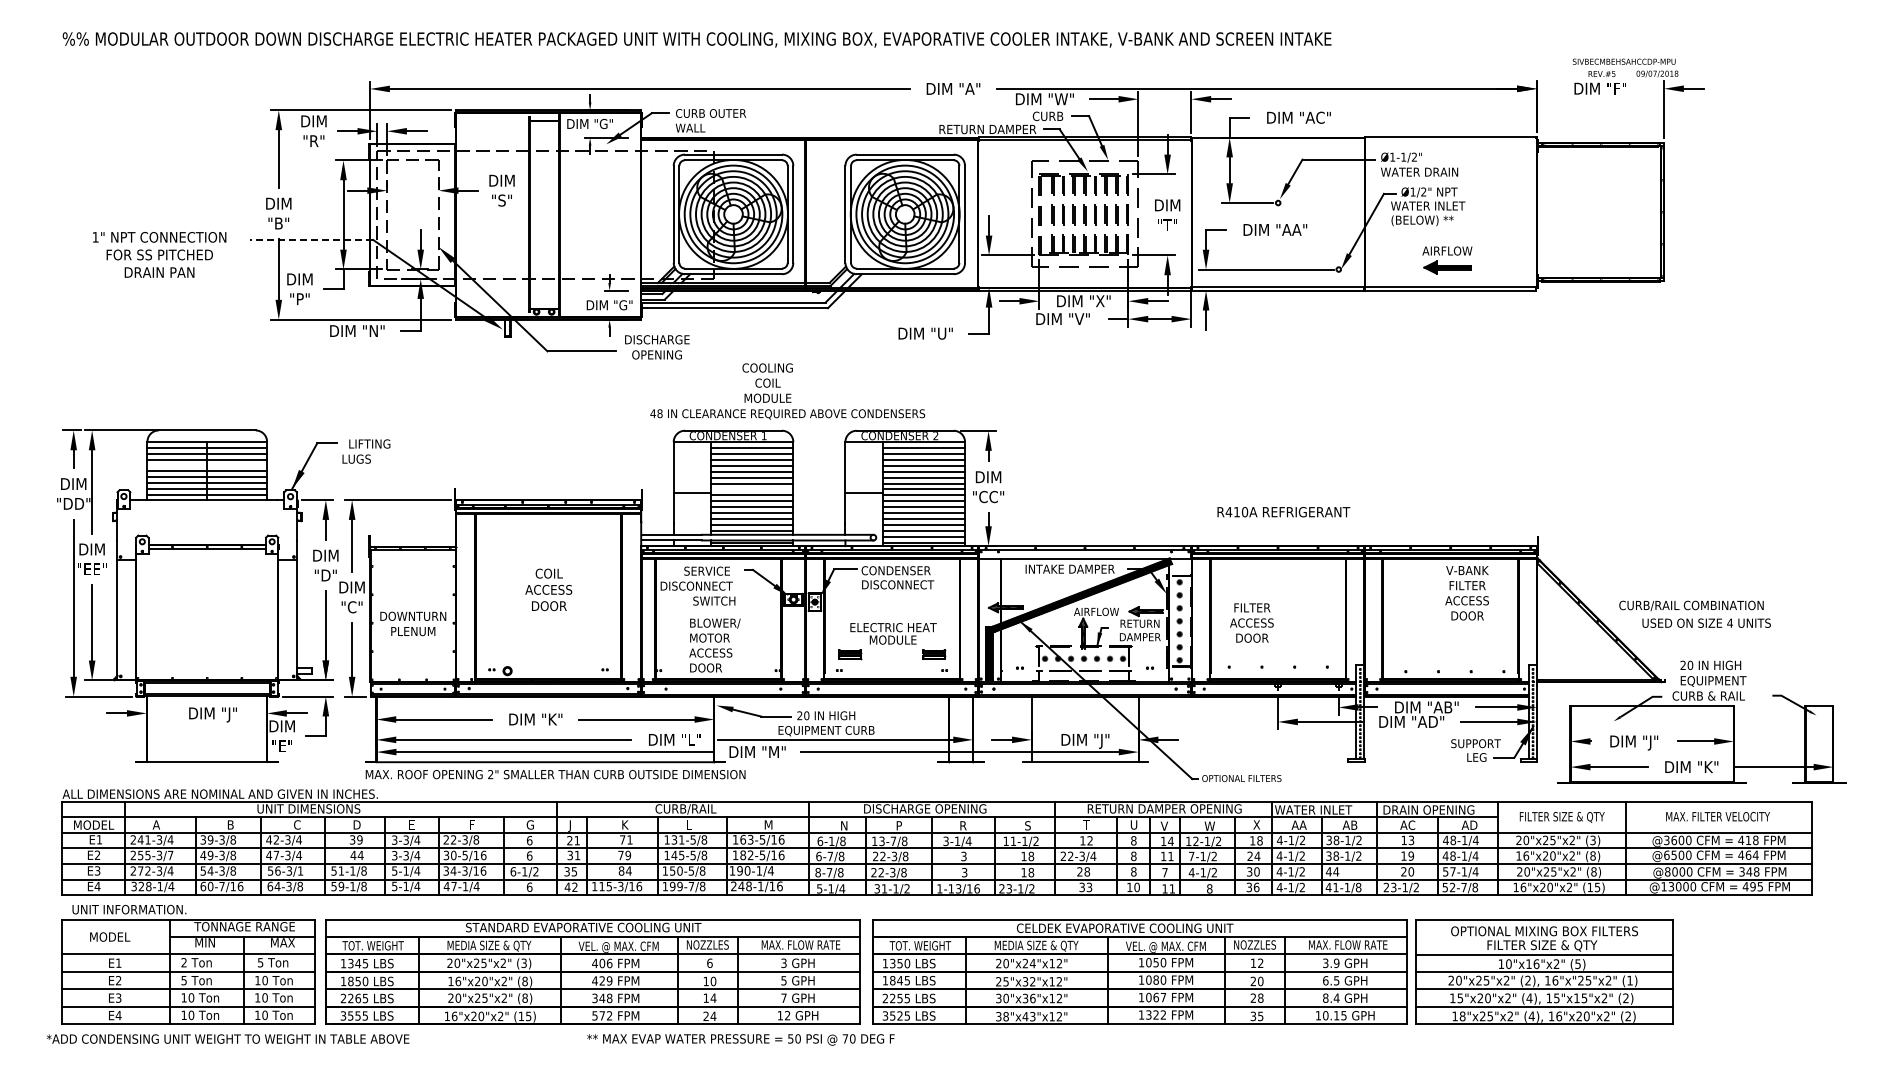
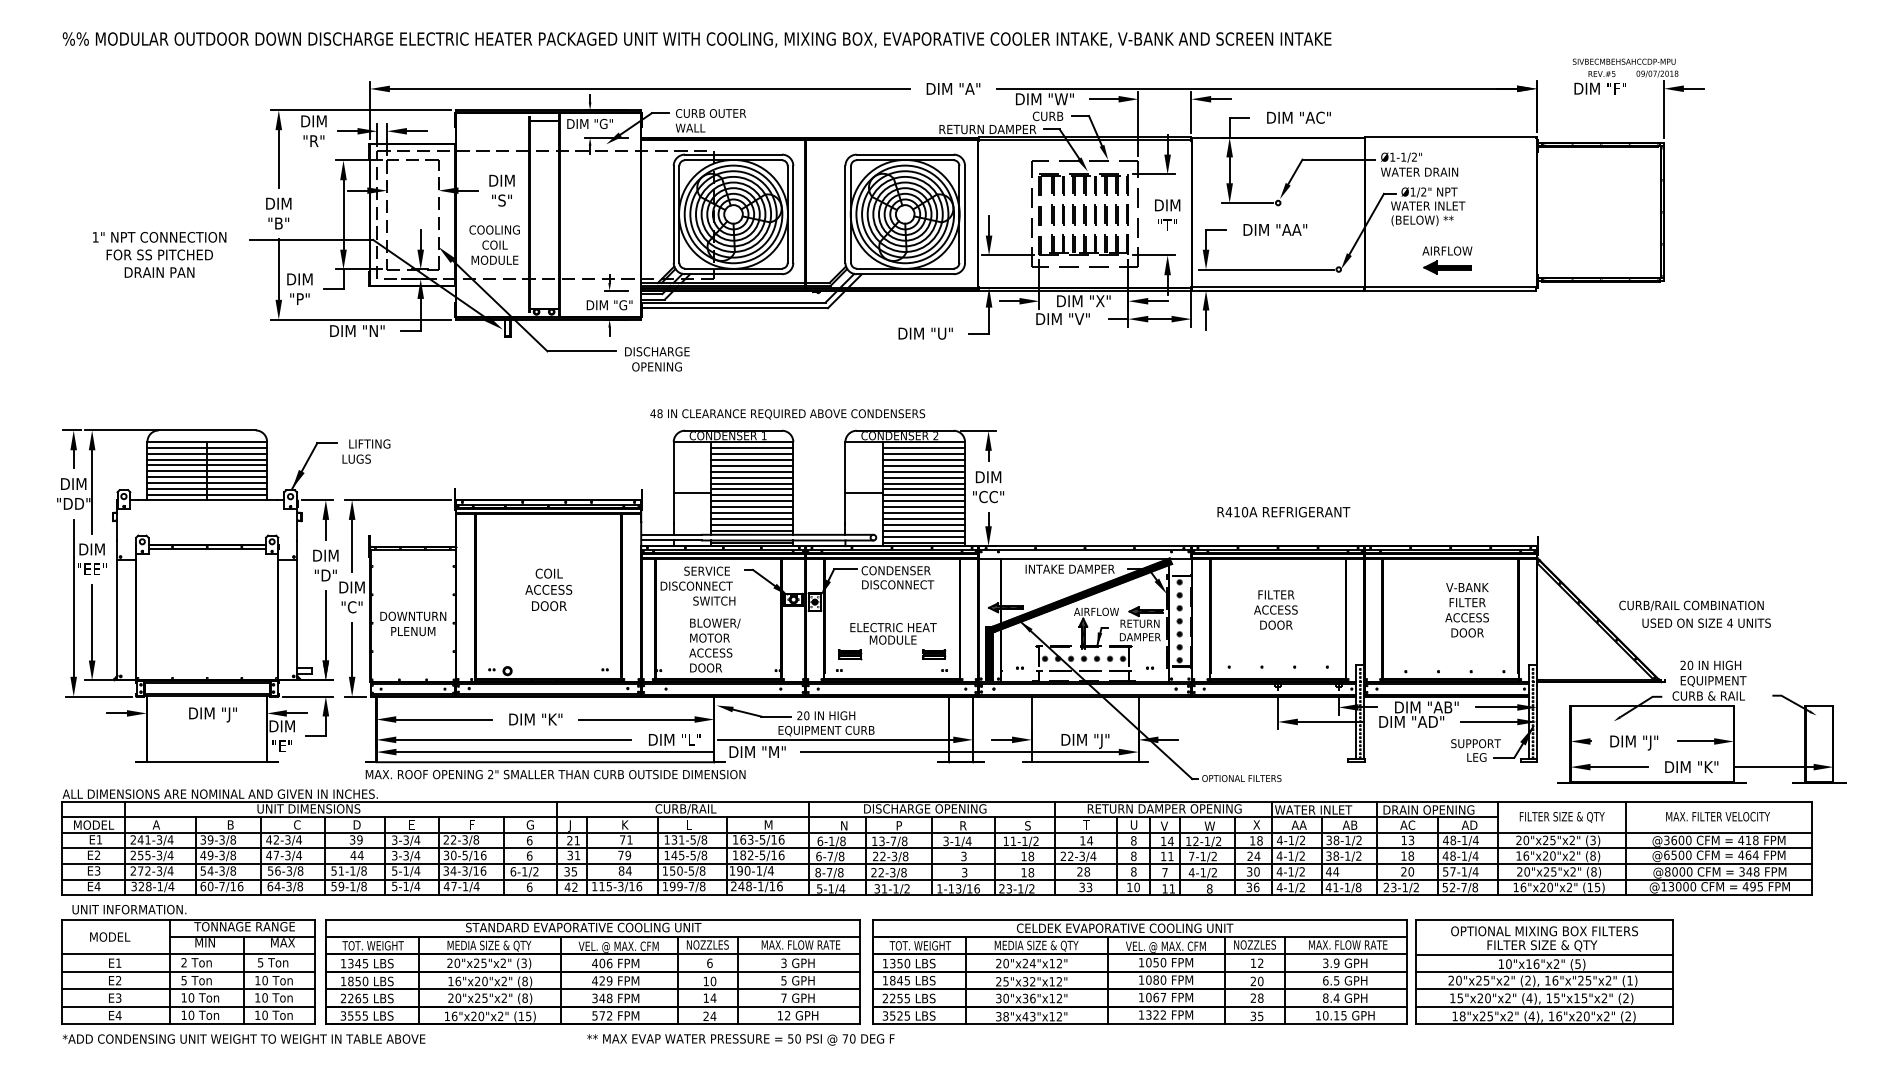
line at (311, 239): dashed -> solid
text at (657, 347) position: (657, 347) -> (657, 359)
text at (767, 382) position: (767, 382) -> (494, 244)
line at (207, 465): none -> present
line at (751, 489): none -> present
text at (1466, 593) position: (1466, 593) -> (1466, 610)
text at (1251, 622) position: (1251, 622) -> (1275, 609)
text at (1090, 840): 12 -> 14
text at (170, 855): 255-3/7 -> 255-3/4
text at (1411, 855): 19 -> 18
text at (300, 870): 56-3/1 -> 56-3/8
text at (227, 1038) position: (227, 1038) -> (243, 1038)
